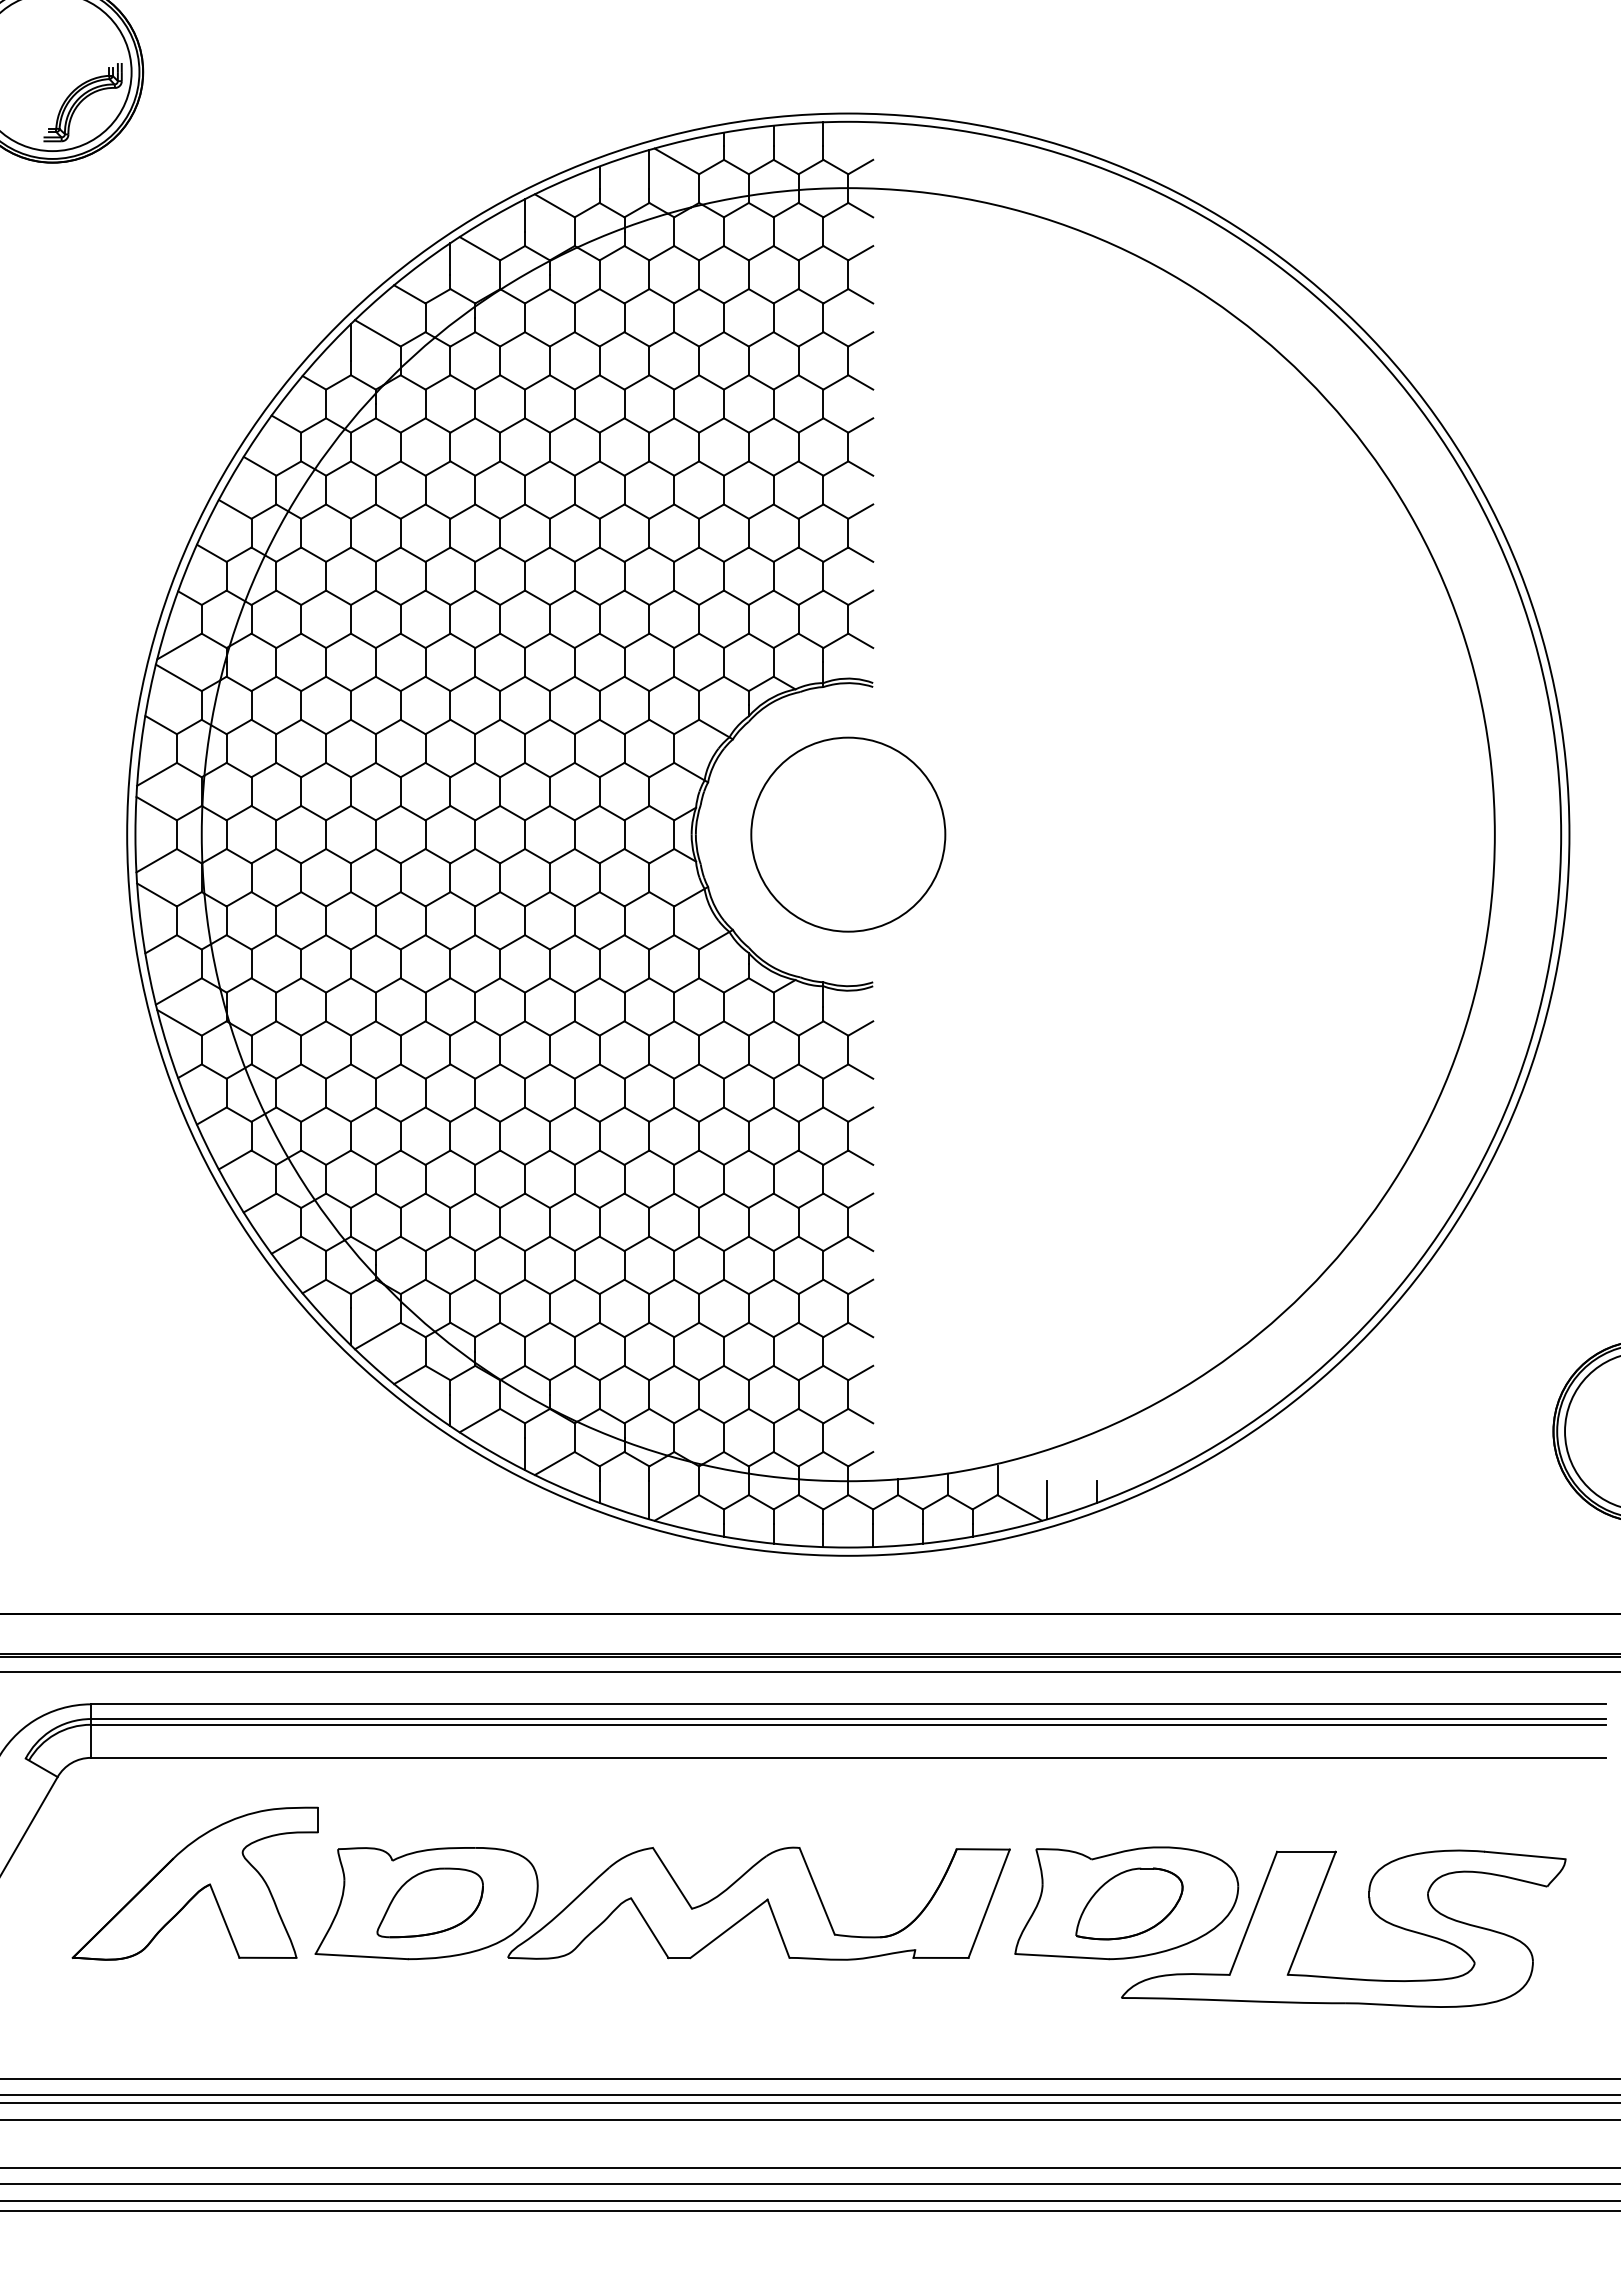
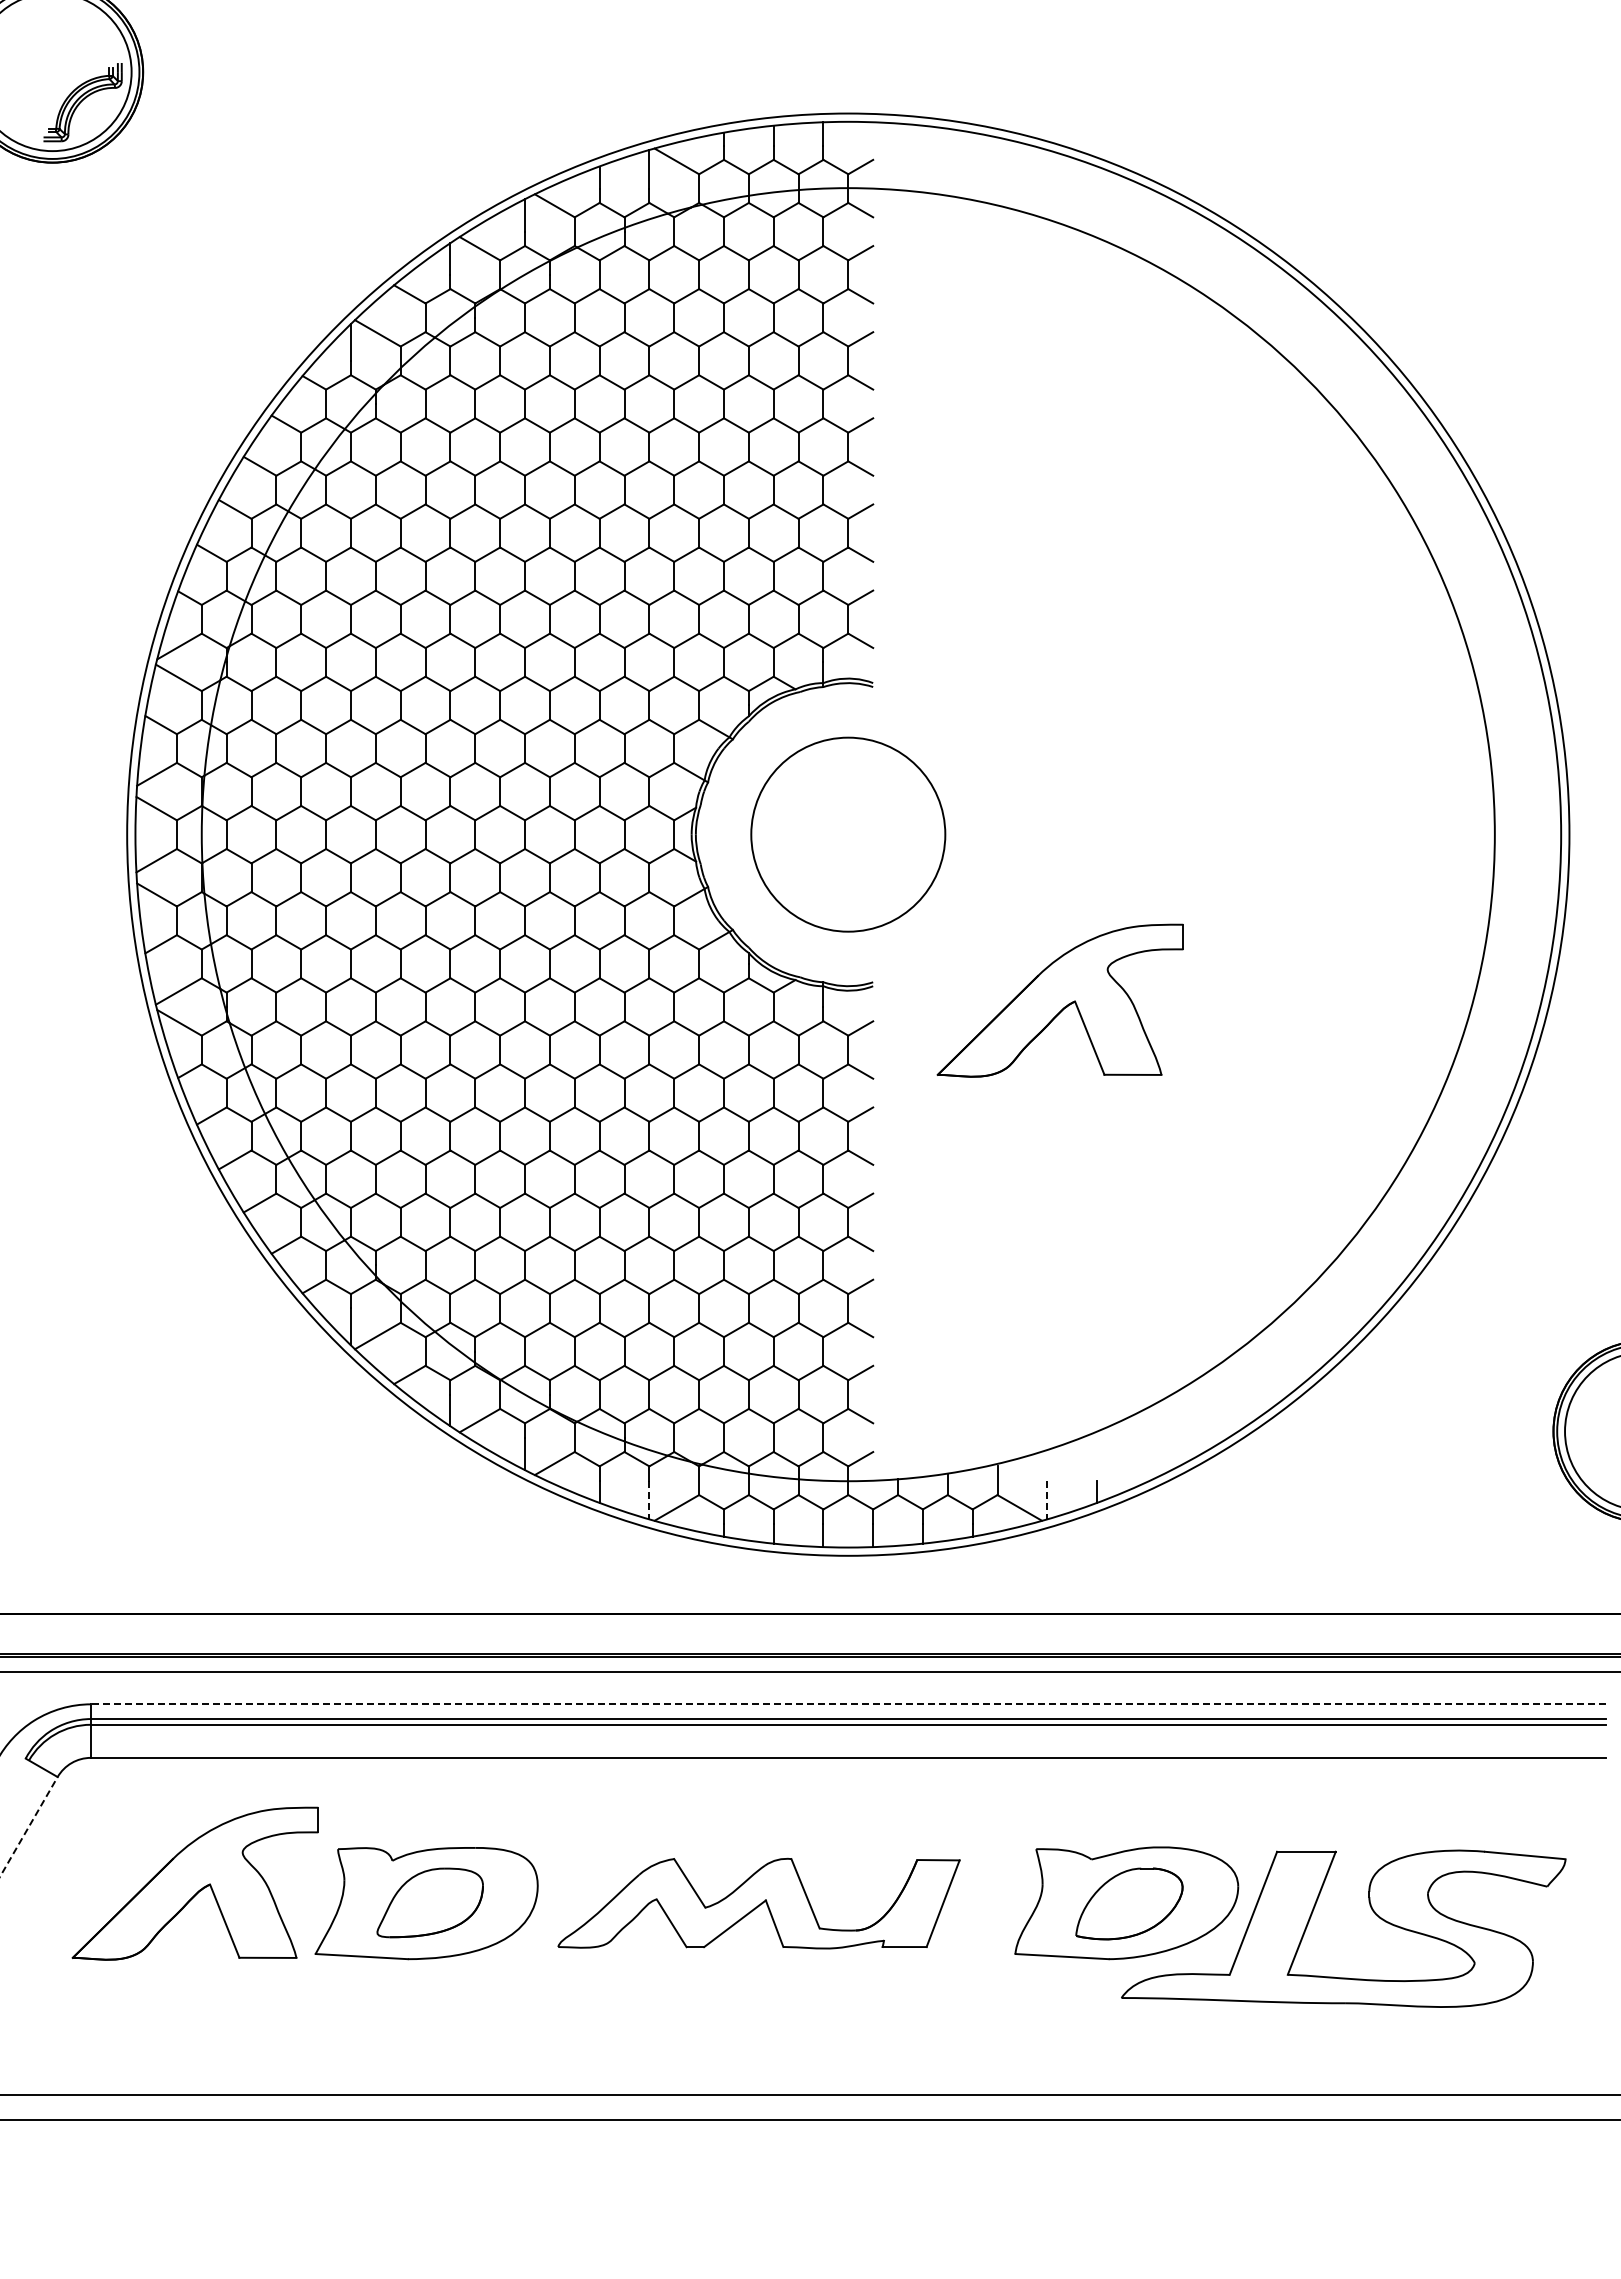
part at (1059, 1000): none -> present
line at (649, 1500): solid -> dashed
line at (1047, 1500): solid -> dashed
line at (847, 1704): solid -> dashed
line at (29, 1826): solid -> dashed
part at (758, 1903) size: 504x115 px -> 404x93 px
line at (809, 2078): present -> none
line at (809, 2103): present -> none
line at (809, 2167): present -> none
line at (809, 2184): present -> none
line at (809, 2200): present -> none
line at (809, 2210): present -> none
